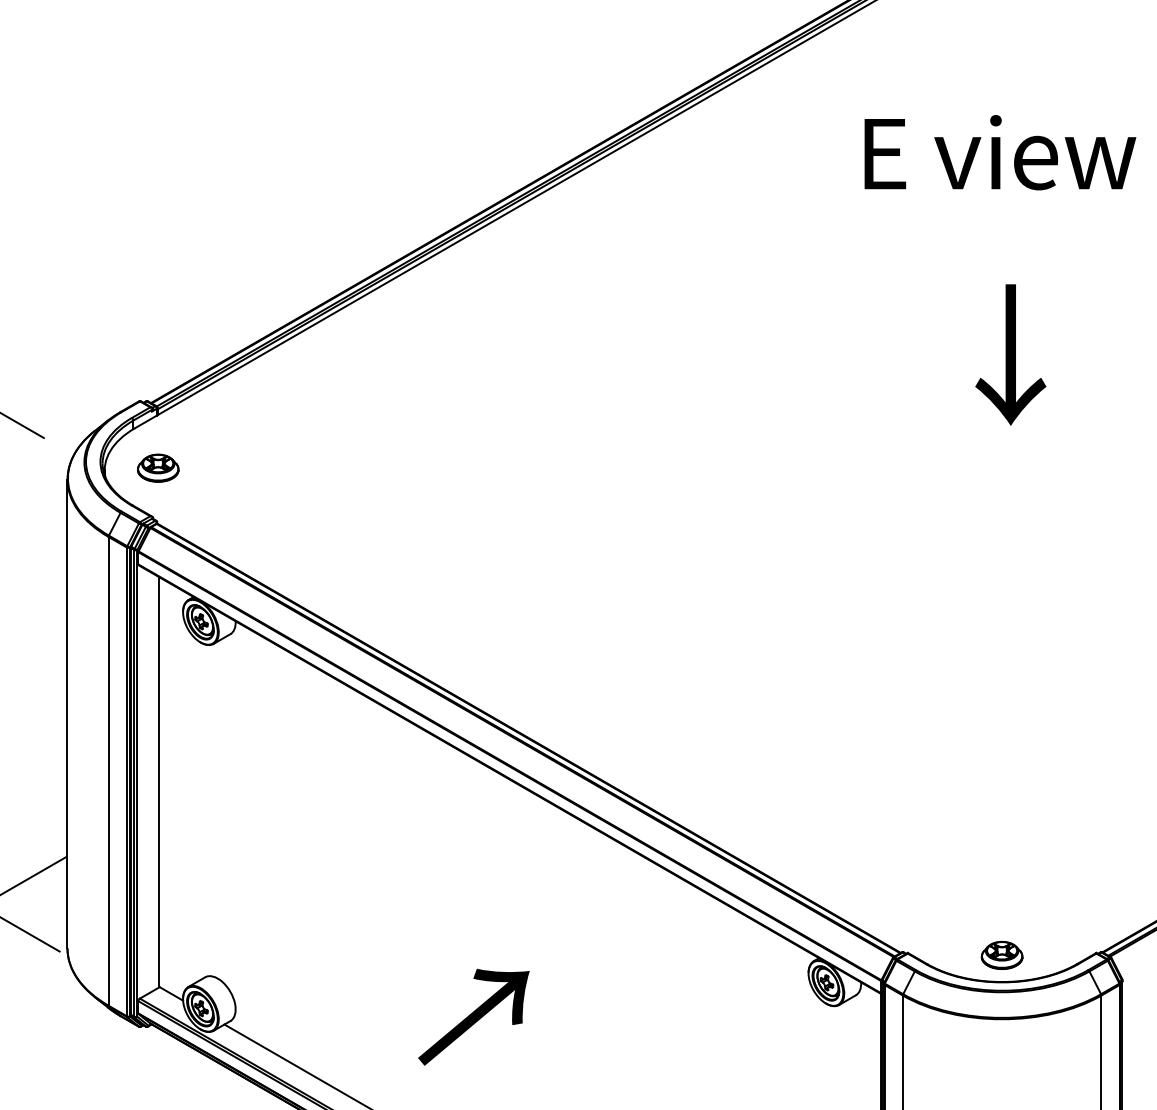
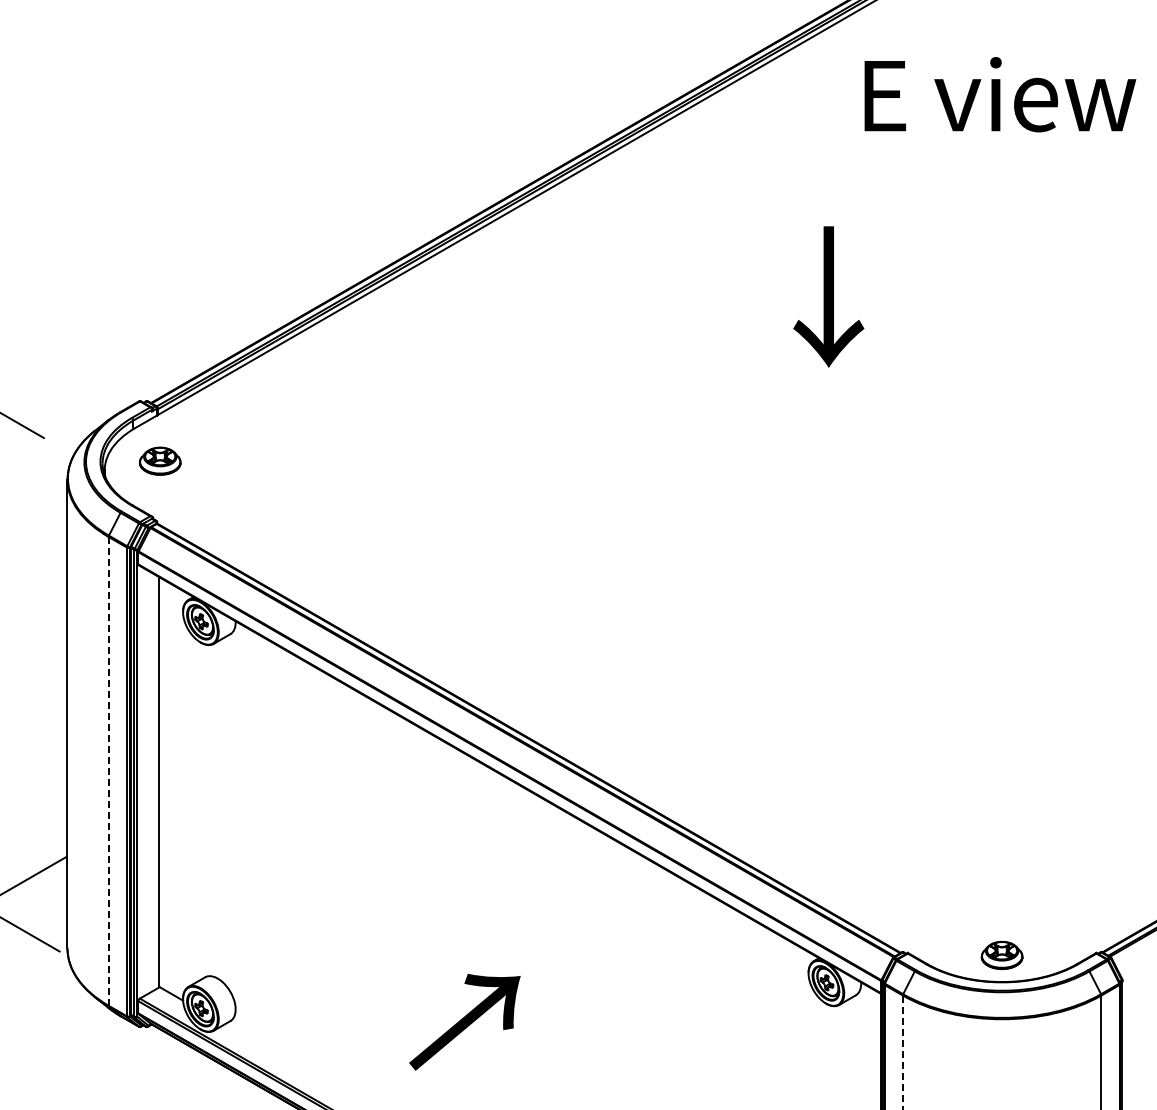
text at (1000, 152) position: (1000, 152) -> (1000, 94)
text at (1010, 354) position: (1010, 354) -> (828, 296)
part at (158, 467) position: (158, 467) -> (160, 460)
line at (108, 770): solid -> dashed
text at (473, 1016) position: (473, 1016) -> (464, 1021)
line at (902, 1052): solid -> dashed
line at (295, 1065): present -> none
